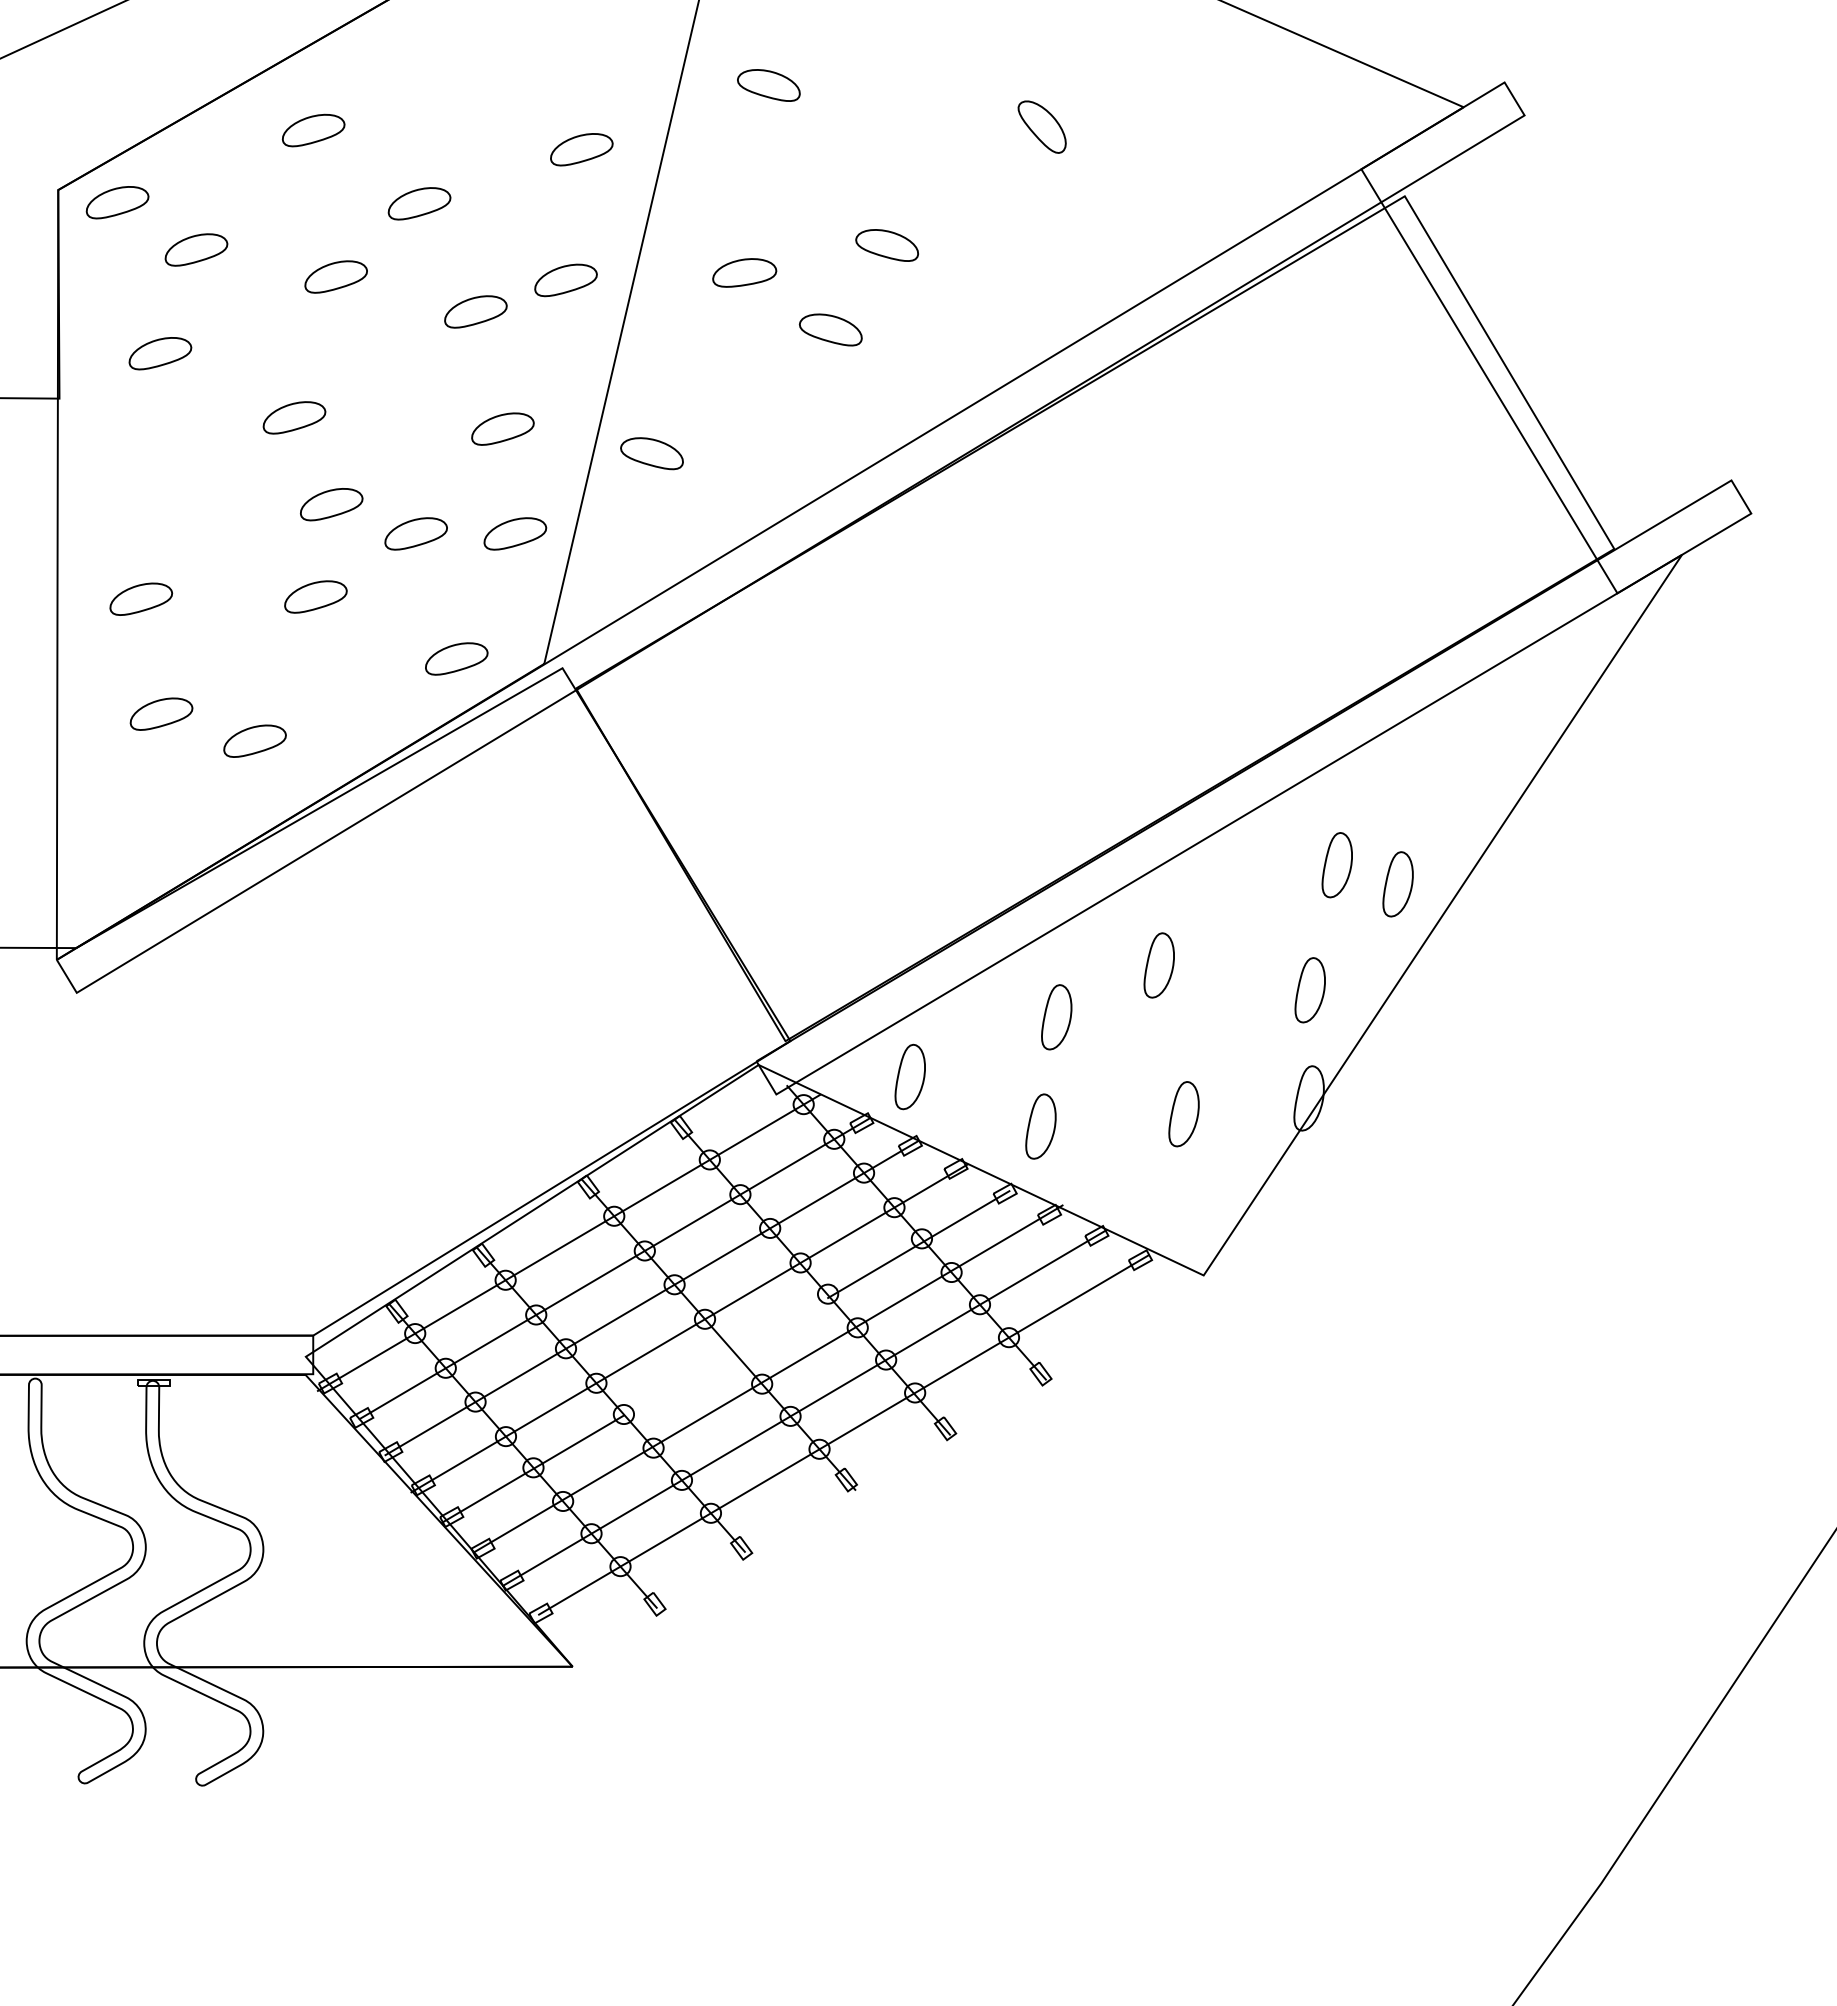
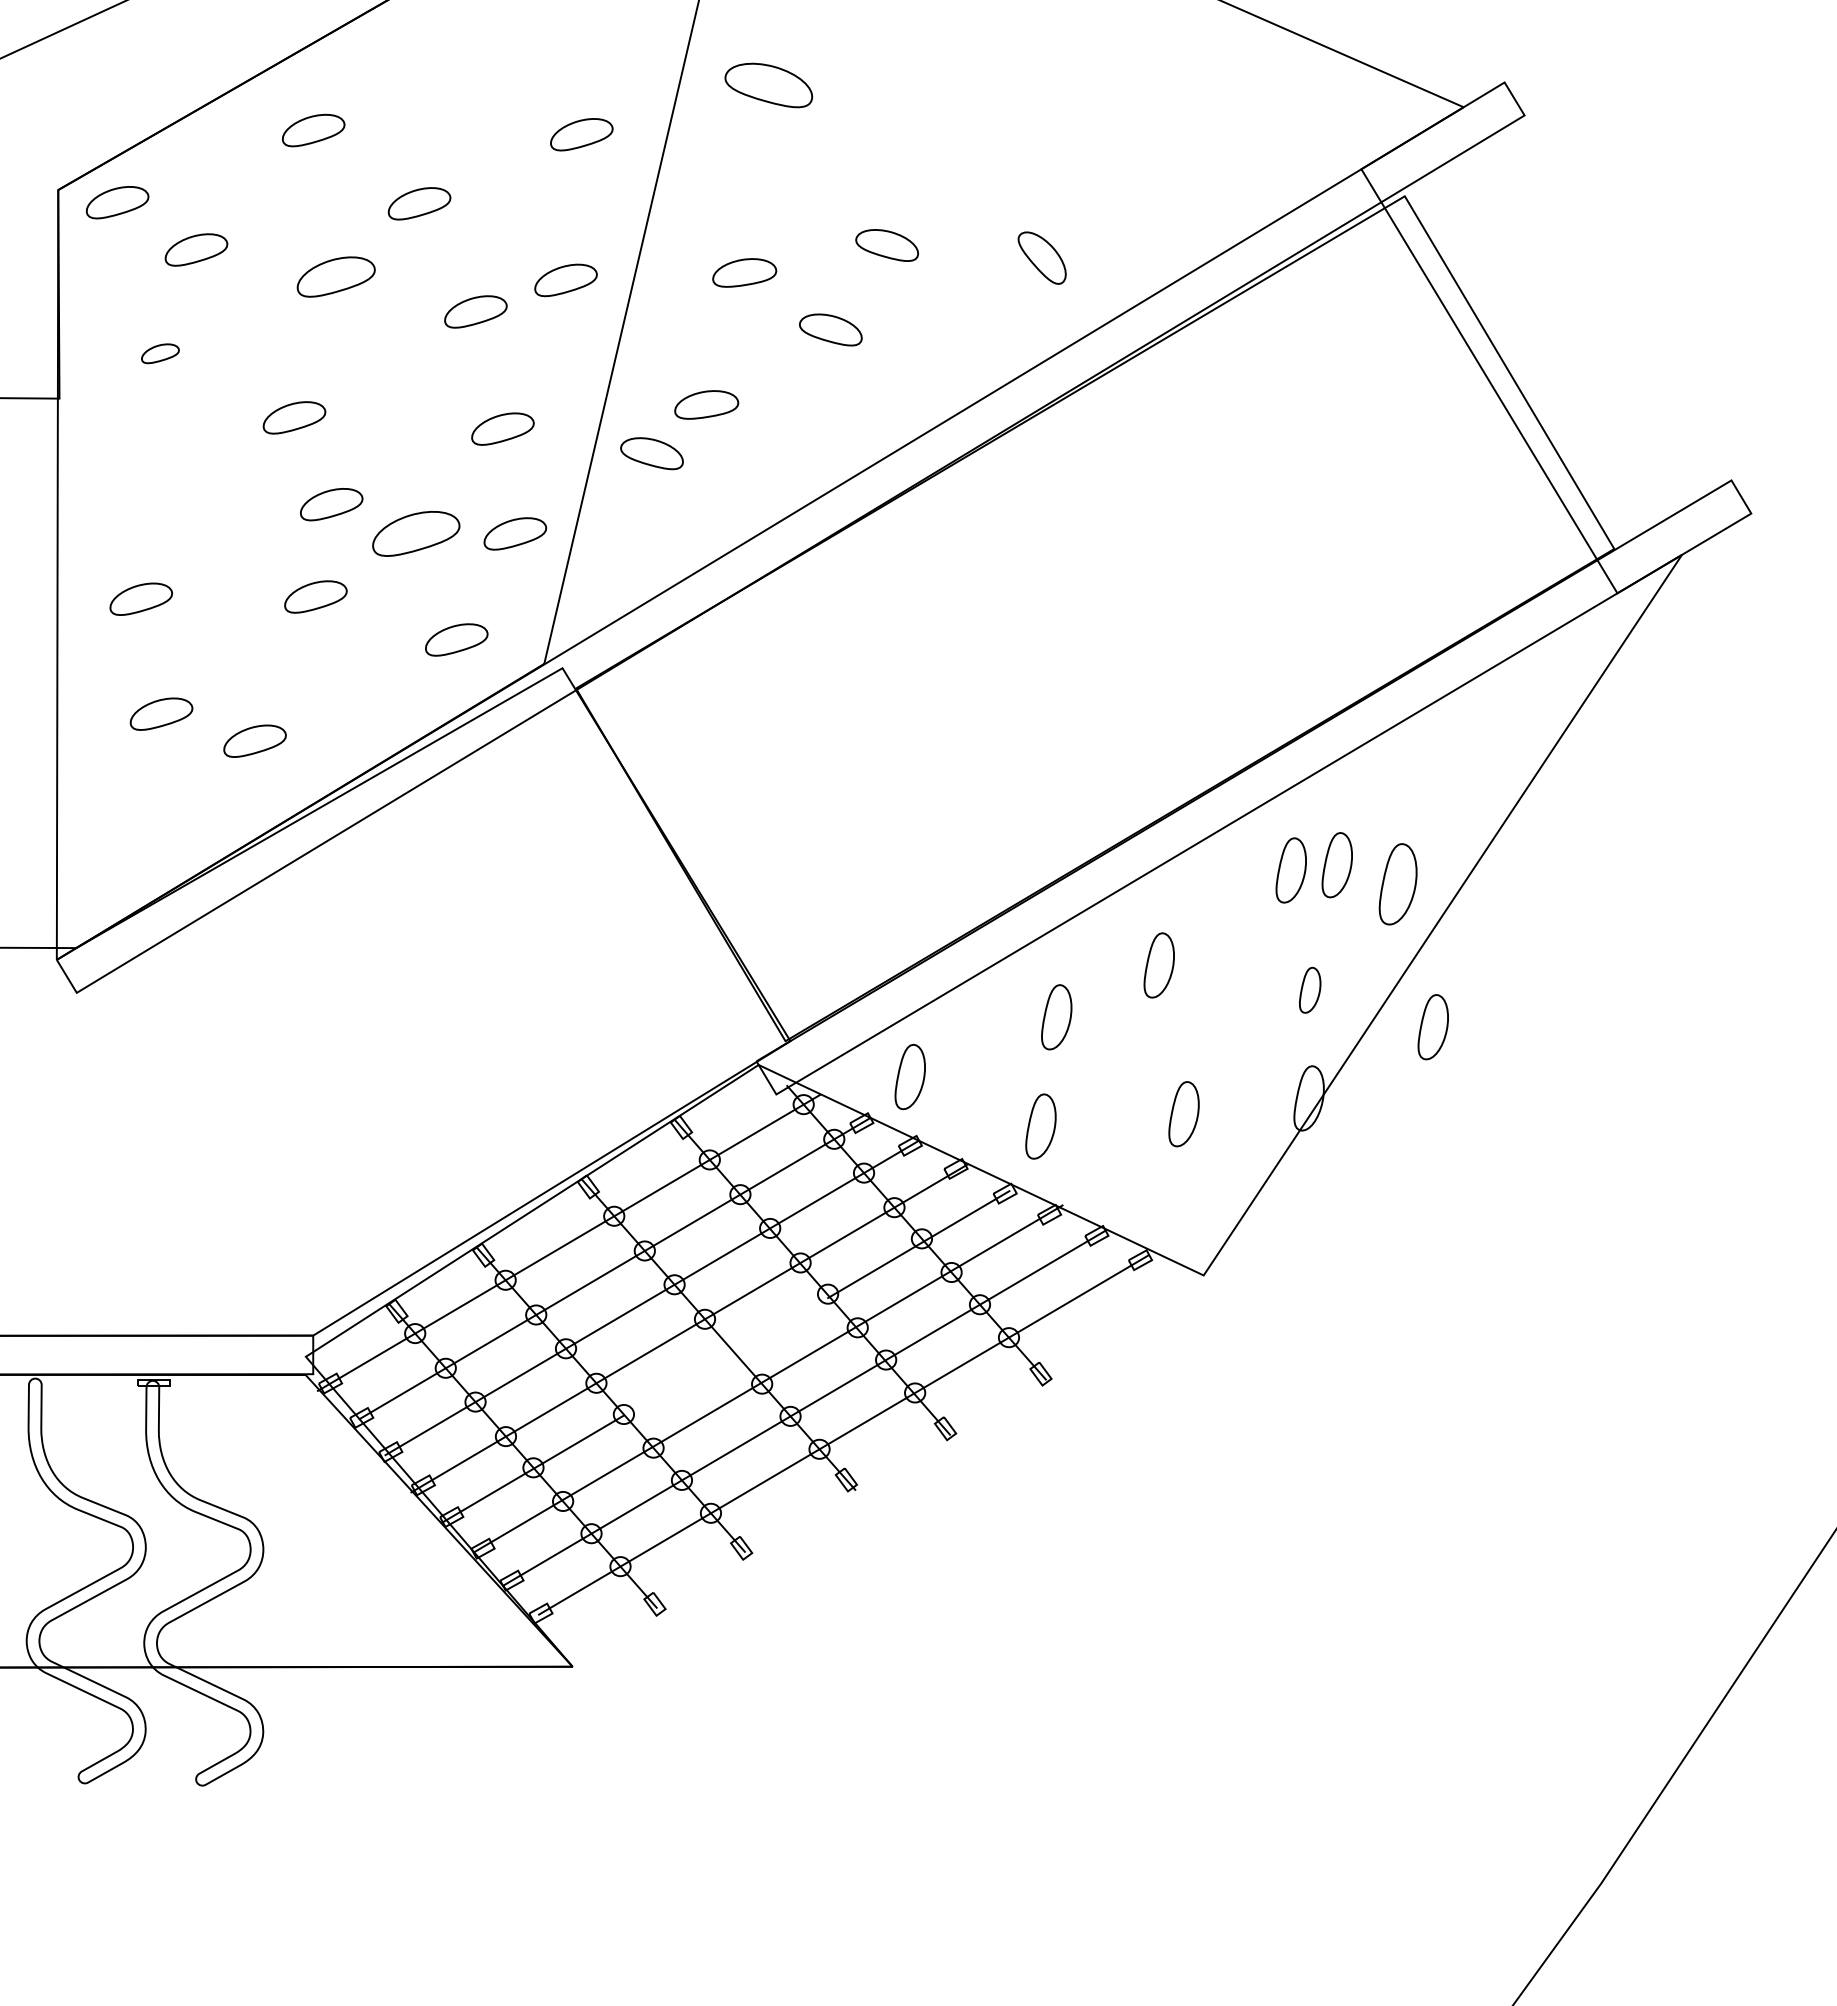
part at (768, 85) size: 64x33 px -> 90x47 px
part at (1041, 126) position: (1041, 126) -> (1041, 257)
part at (581, 149) position: (581, 149) -> (581, 134)
part at (335, 276) size: 64x34 px -> 80x42 px
part at (160, 353) size: 65x34 px -> 39x22 px
part at (706, 404): none -> present
part at (415, 533) size: 64x34 px -> 89x46 px
part at (456, 658) position: (456, 658) -> (456, 639)
part at (1290, 870): none -> present
part at (1397, 884) size: 32x67 px -> 40x83 px
part at (1309, 990) size: 32x67 px -> 23x48 px
part at (1432, 1027): none -> present
